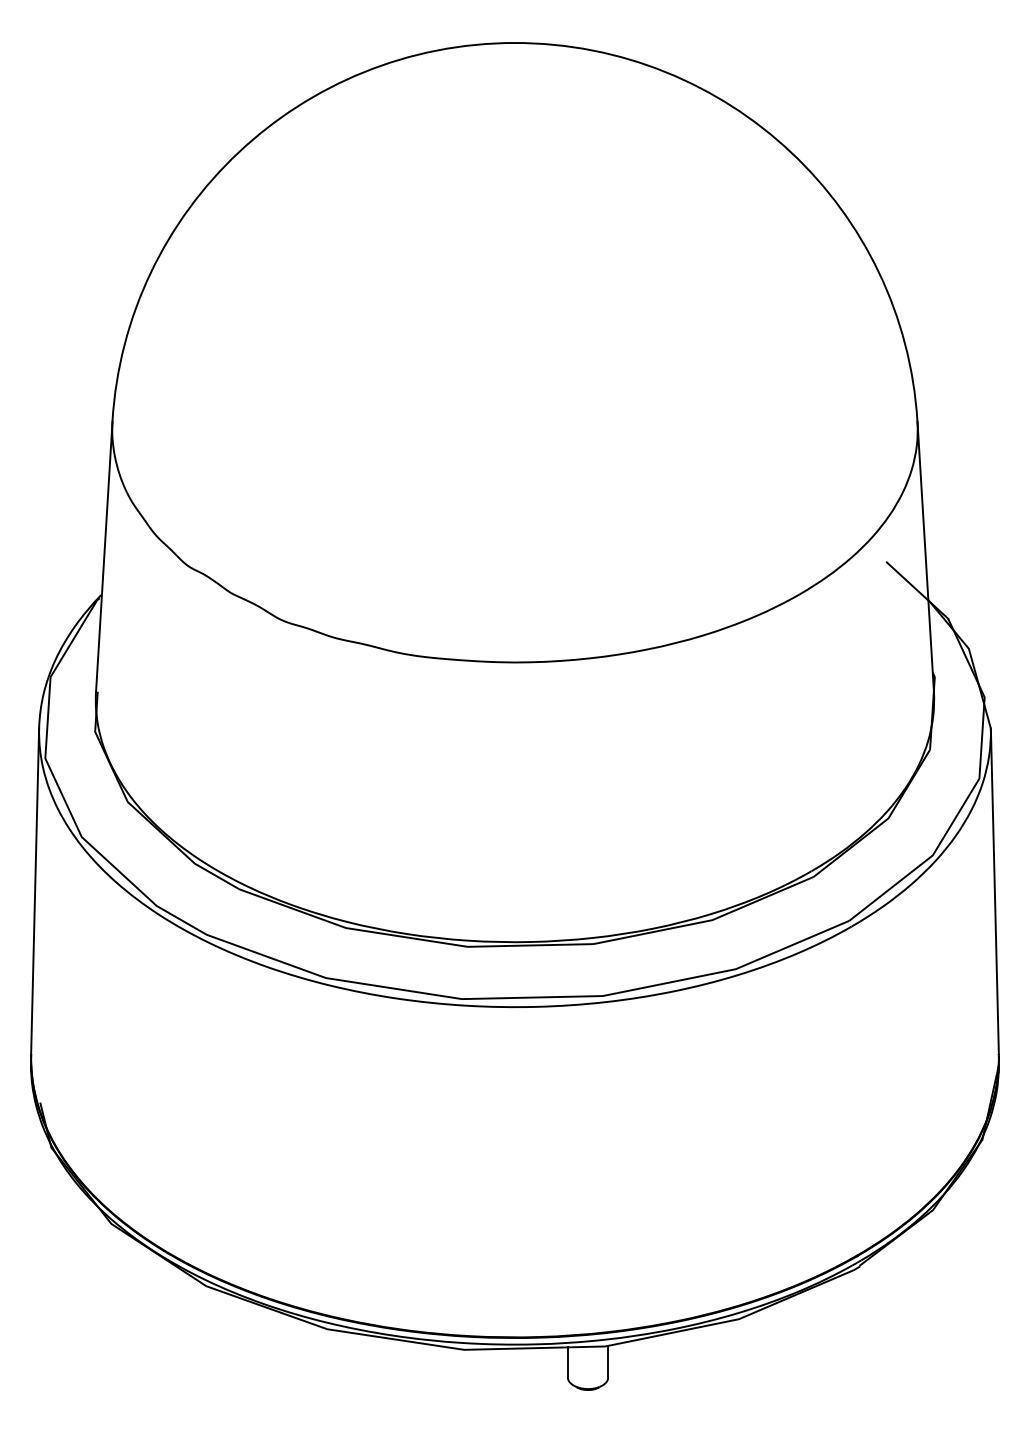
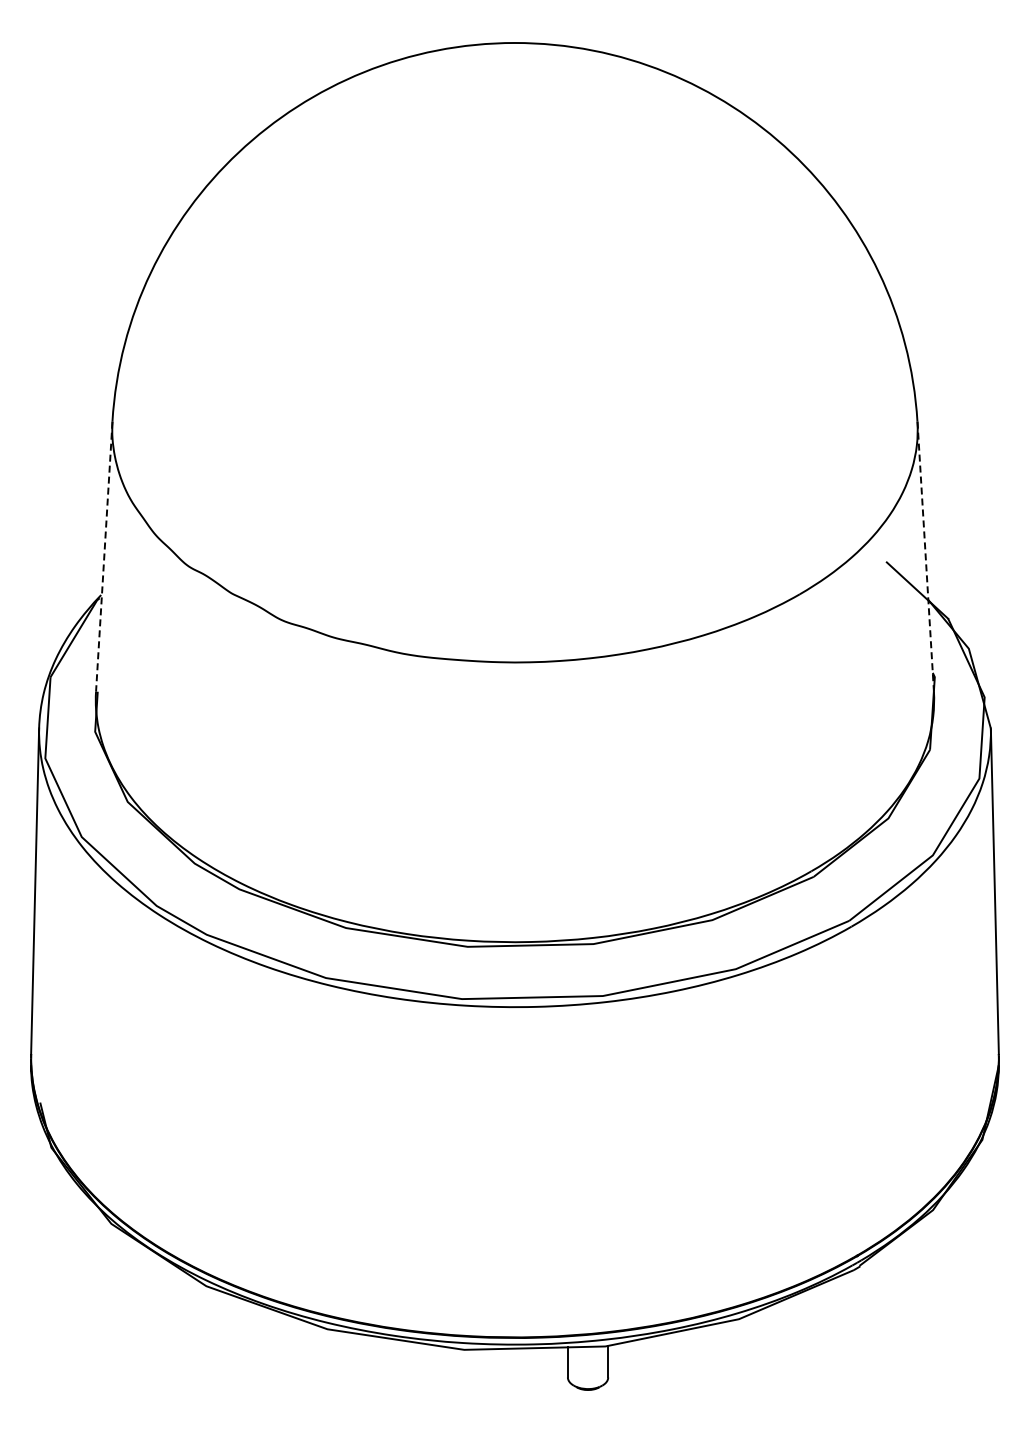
line at (104, 557): solid -> dashed
line at (925, 557): solid -> dashed
